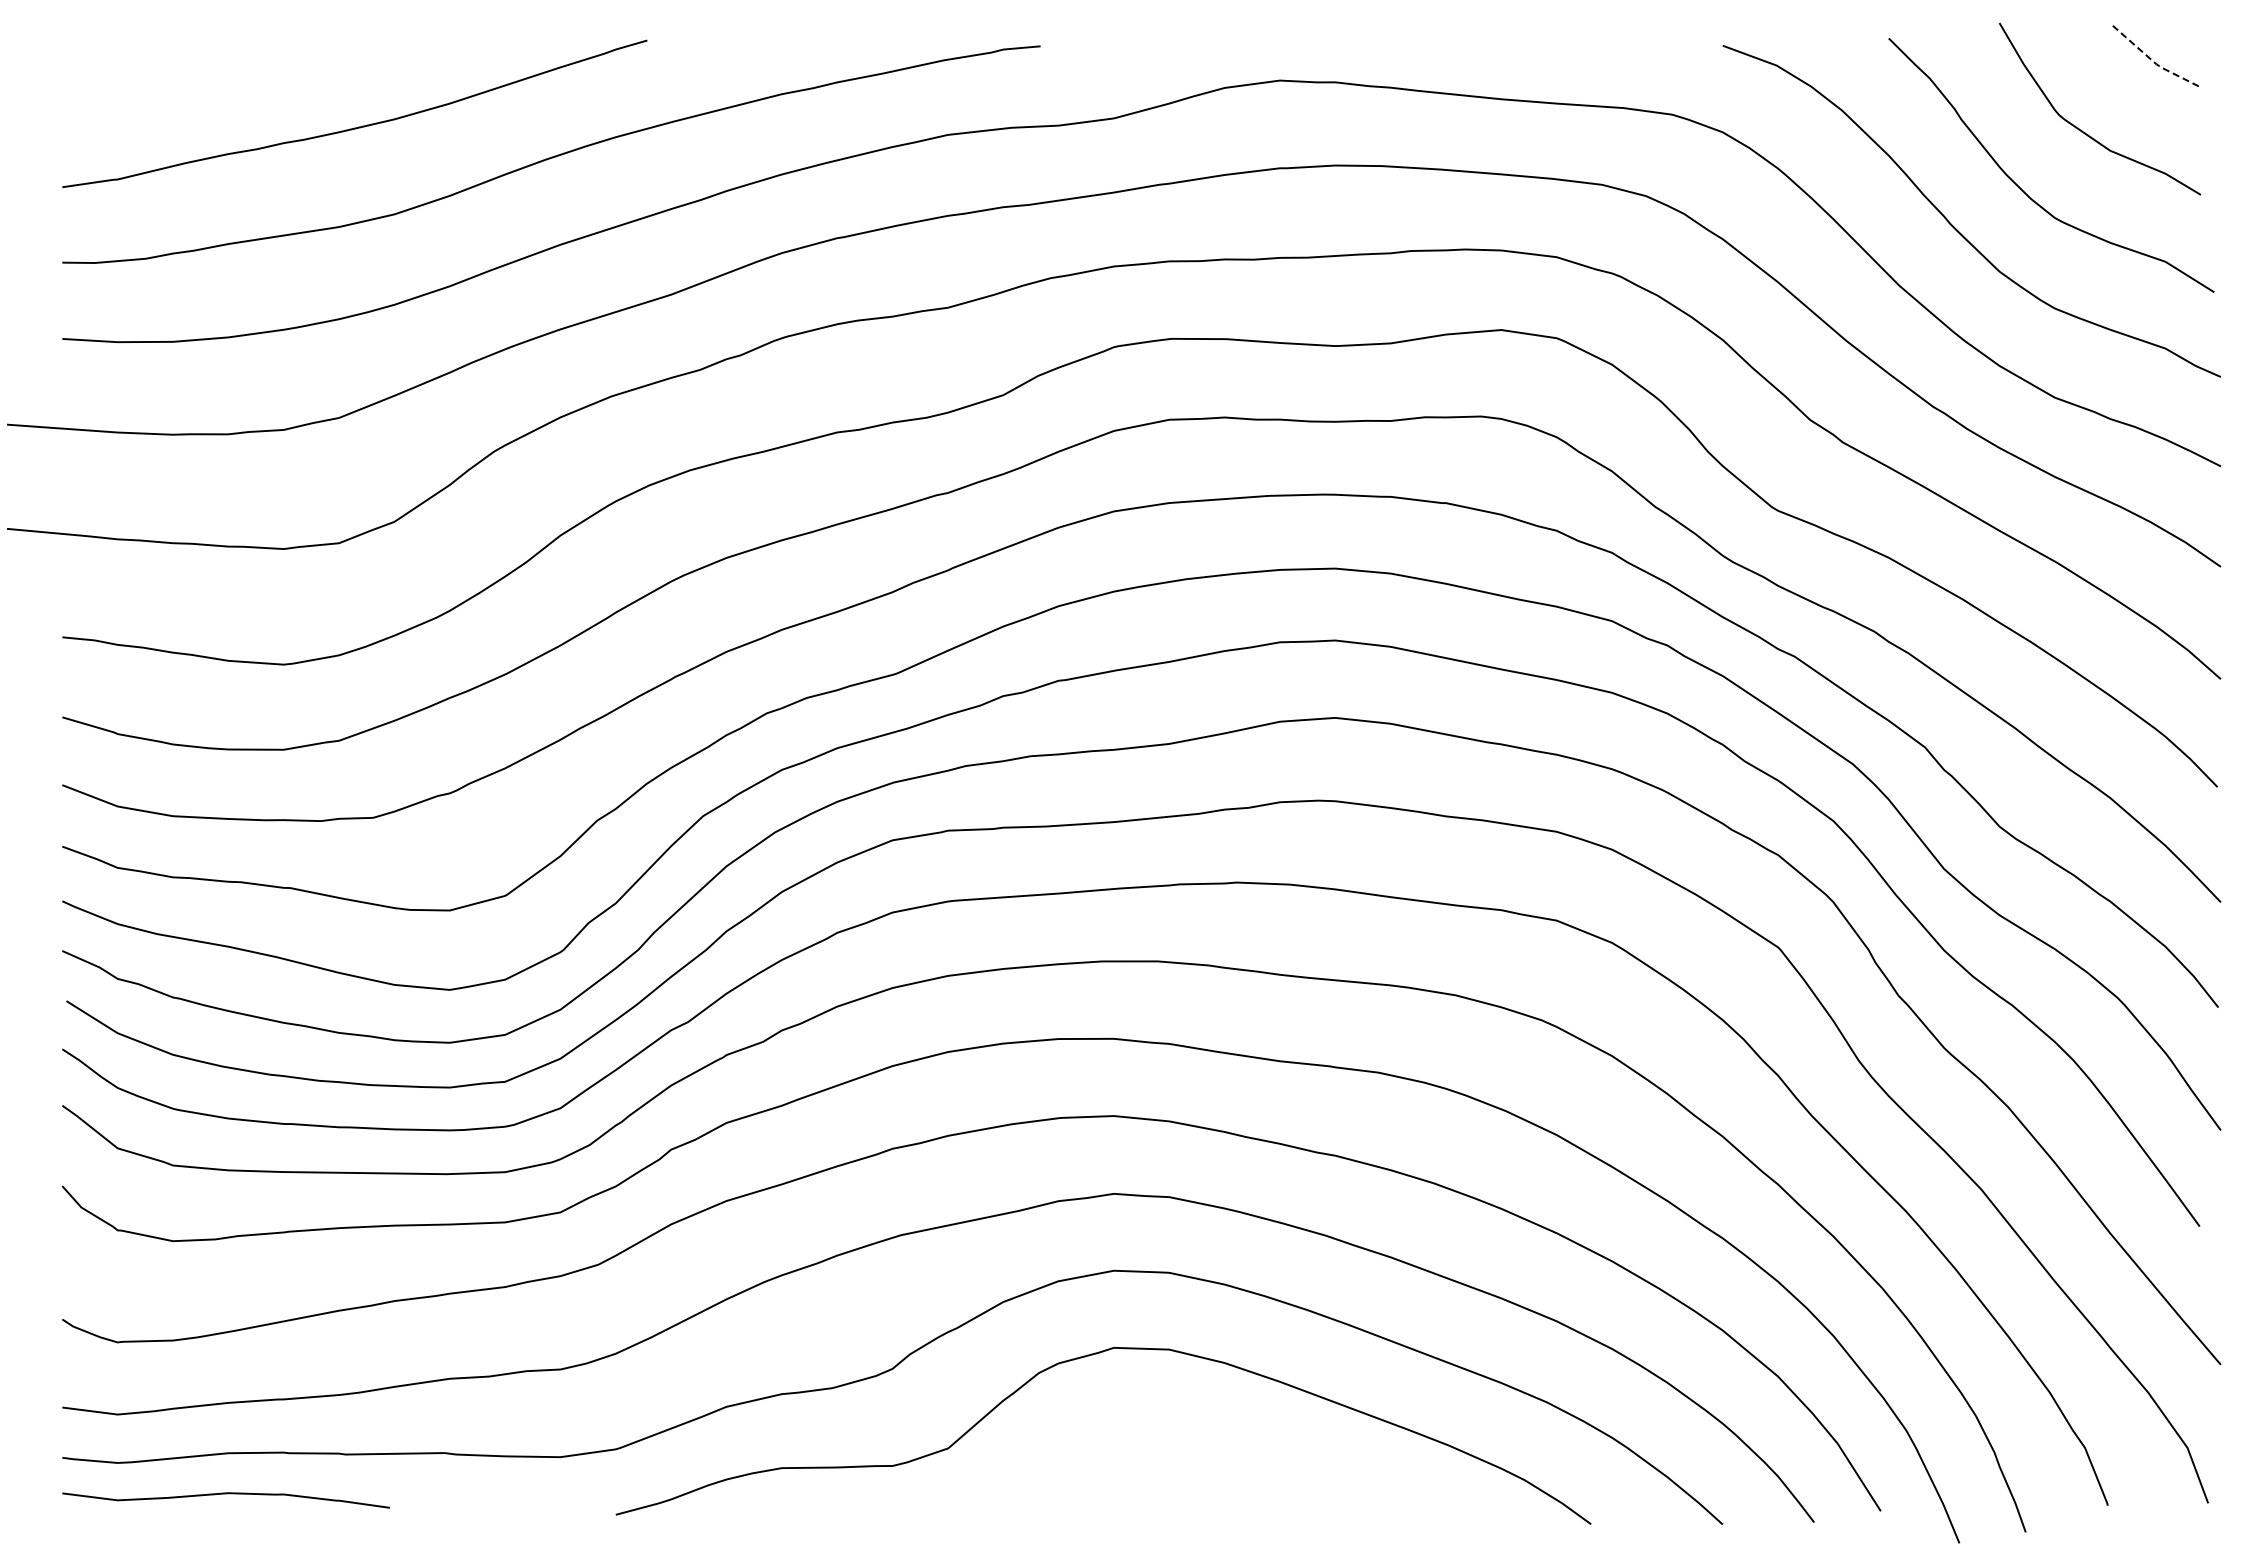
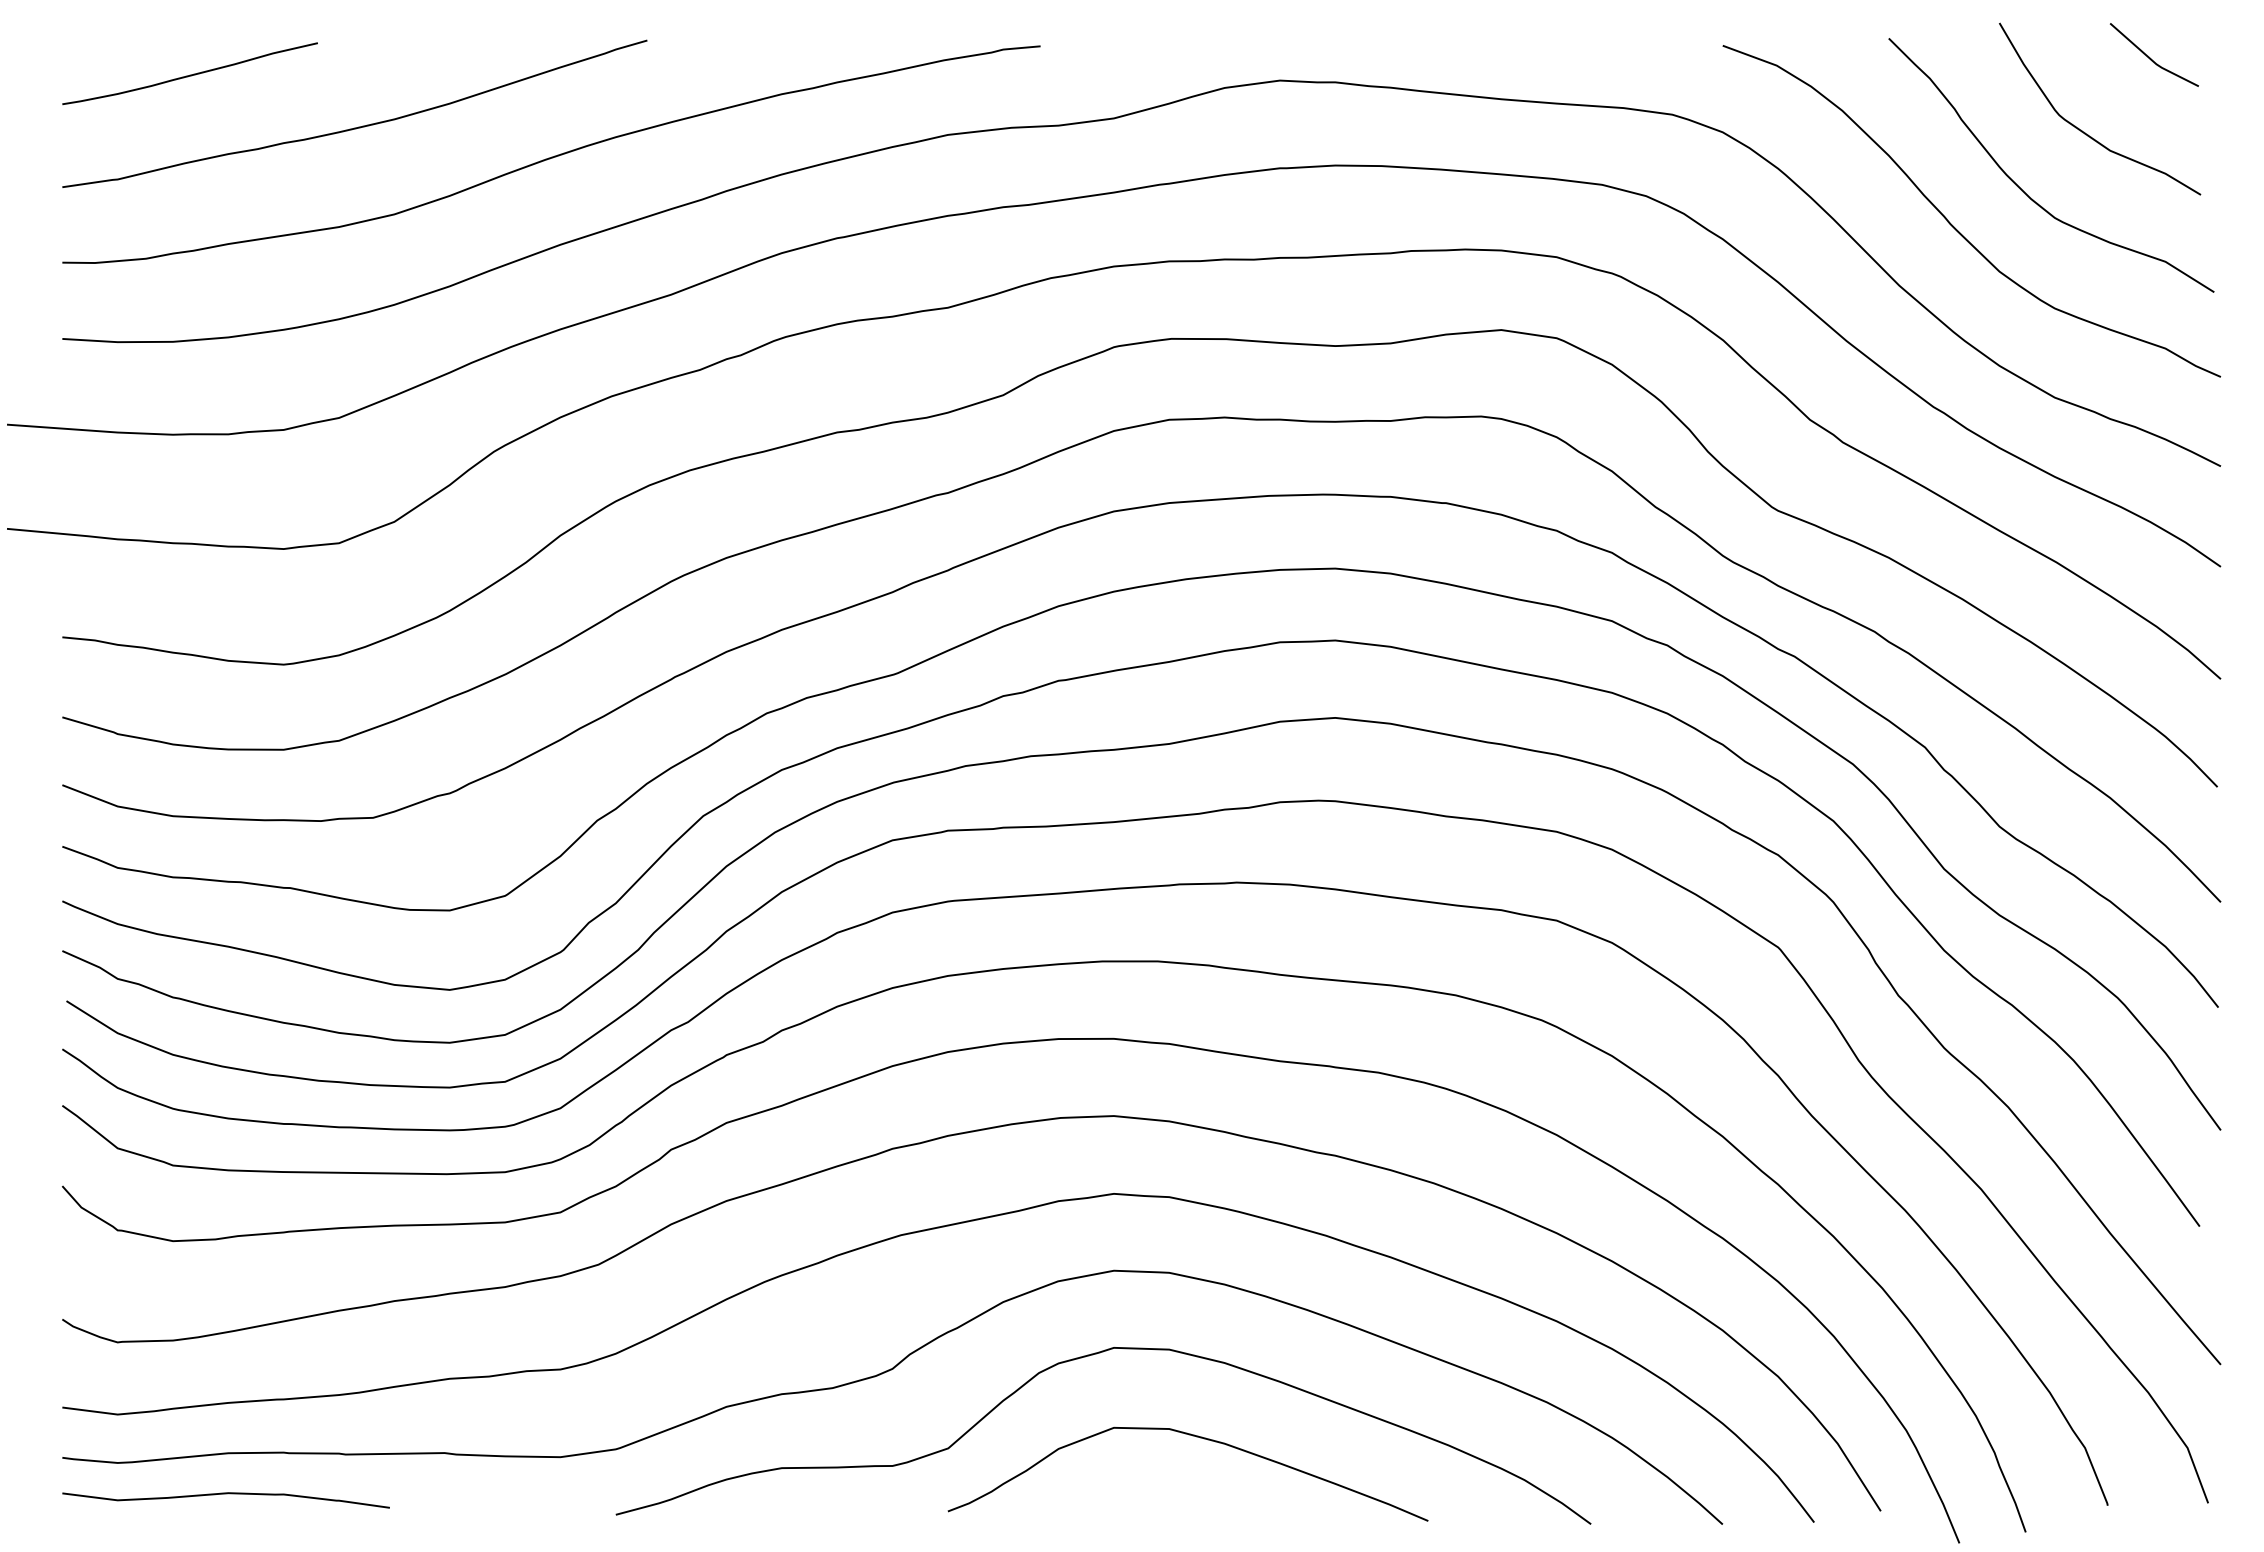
line at (2152, 60): dashed -> solid
curve at (189, 74): none -> present
curve at (1196, 1437): none -> present
